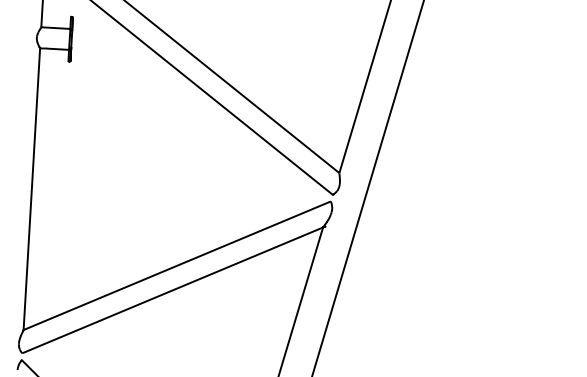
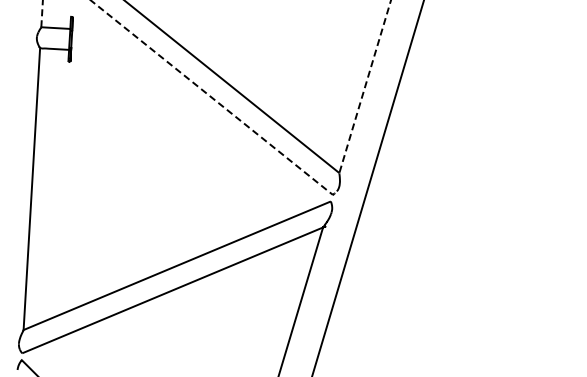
line at (365, 86): solid -> dashed
line at (206, 93): solid -> dashed
